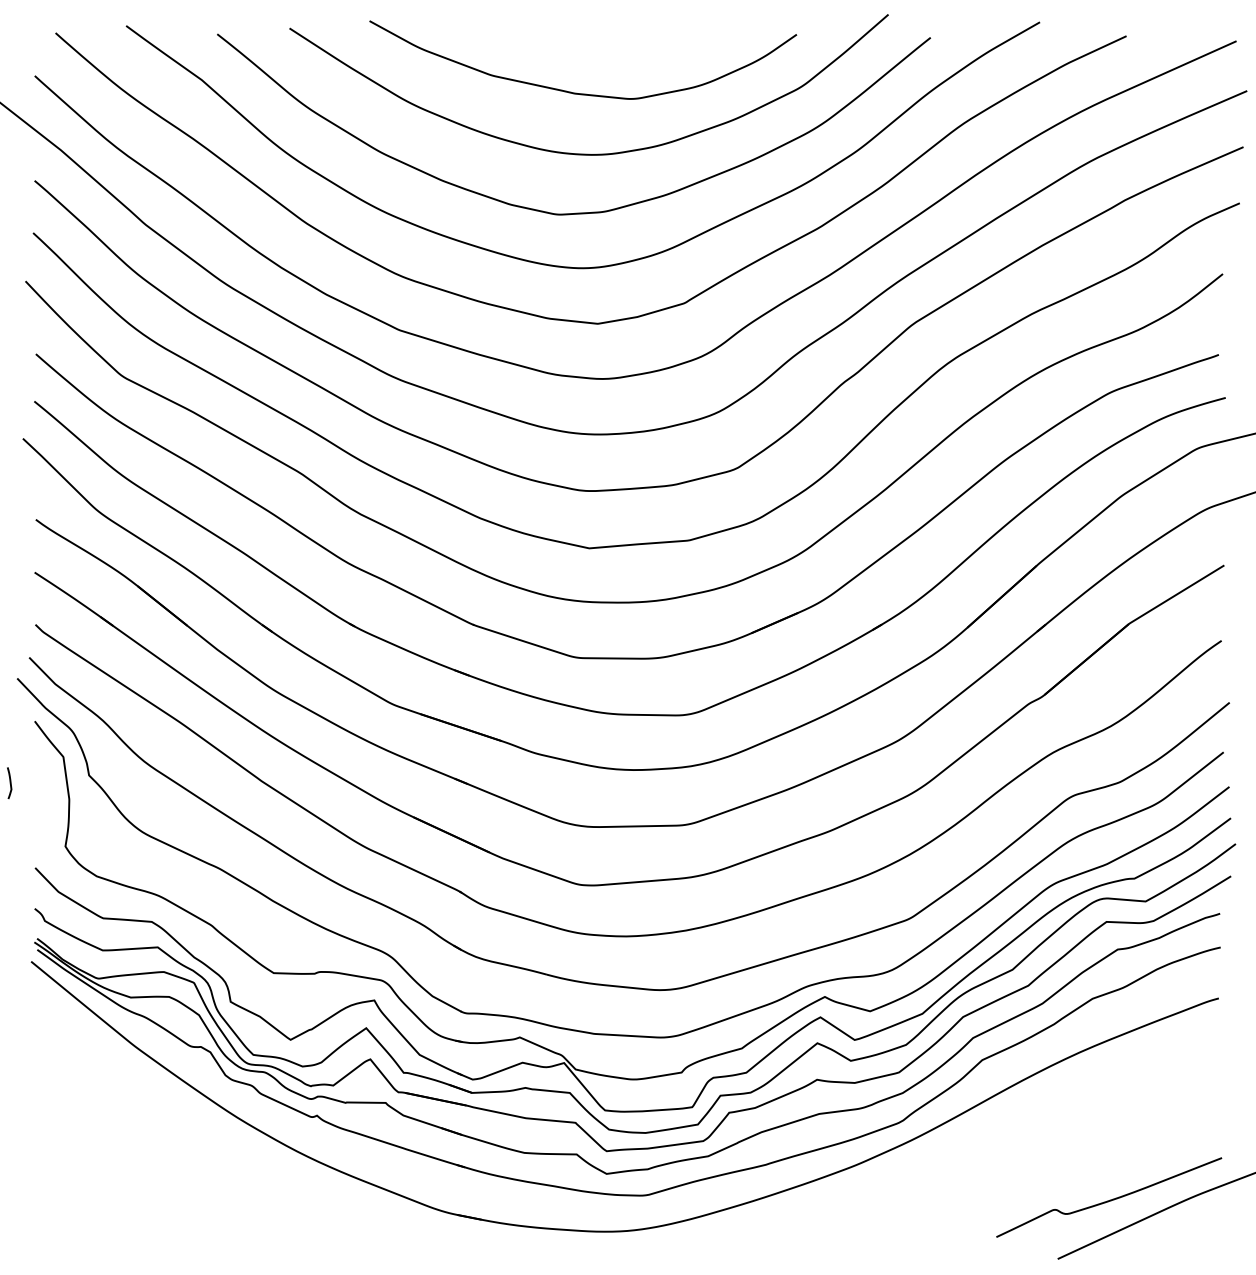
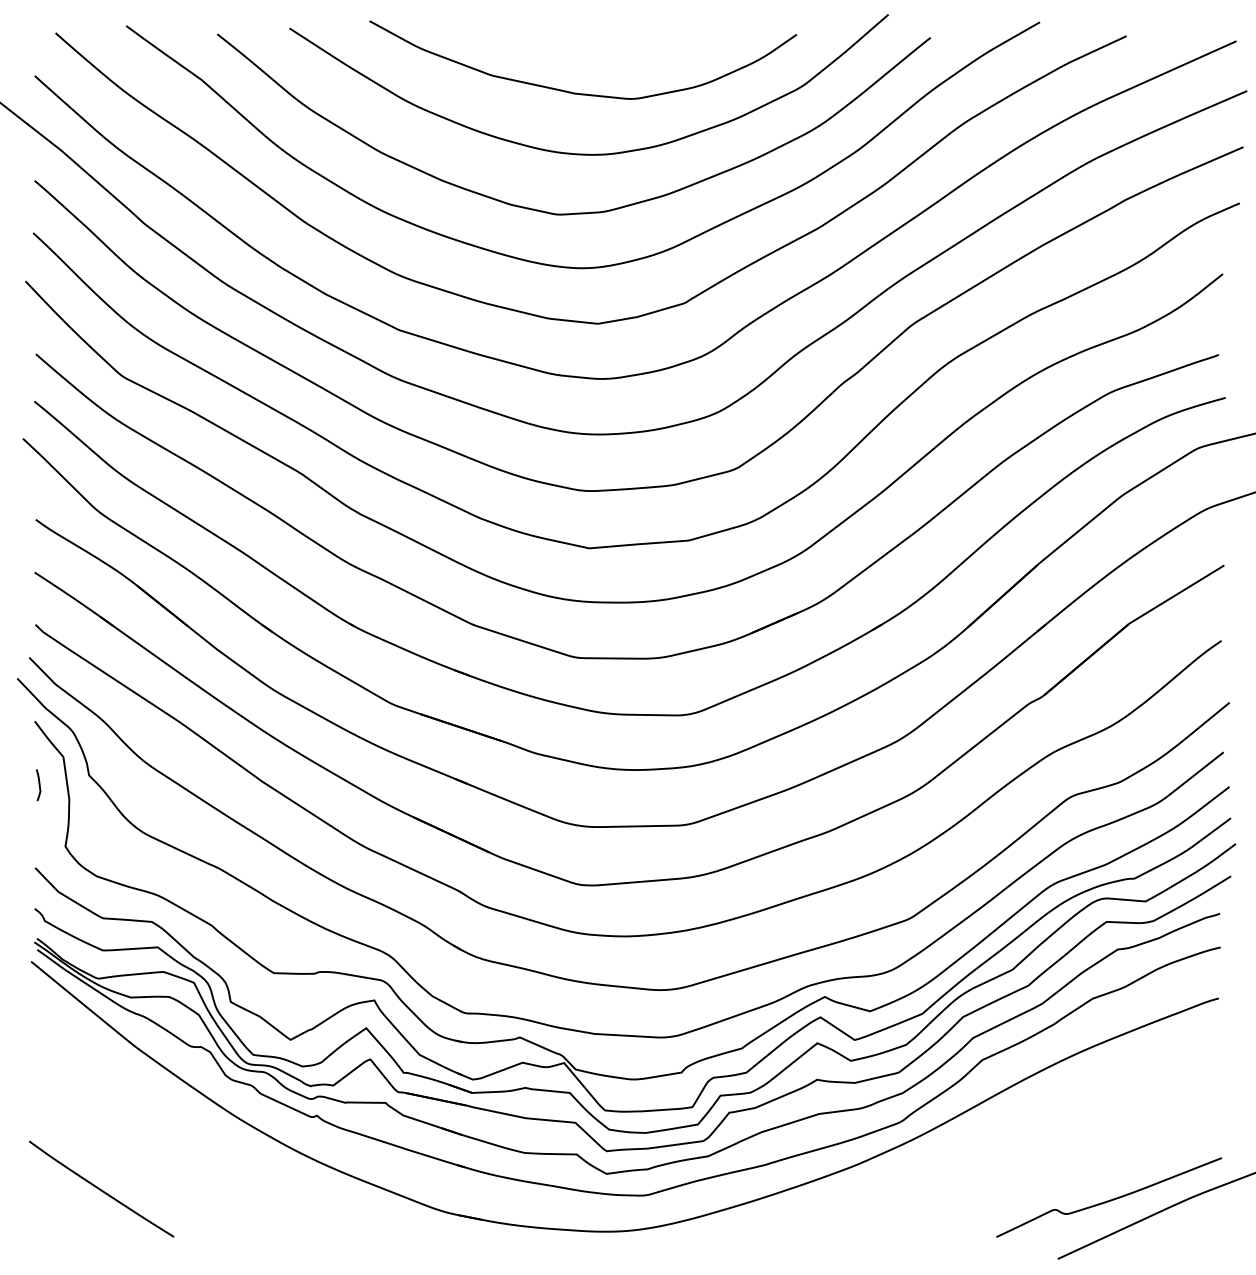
curve at (9, 783) position: (9, 783) -> (38, 785)
curve at (100, 1188): none -> present
